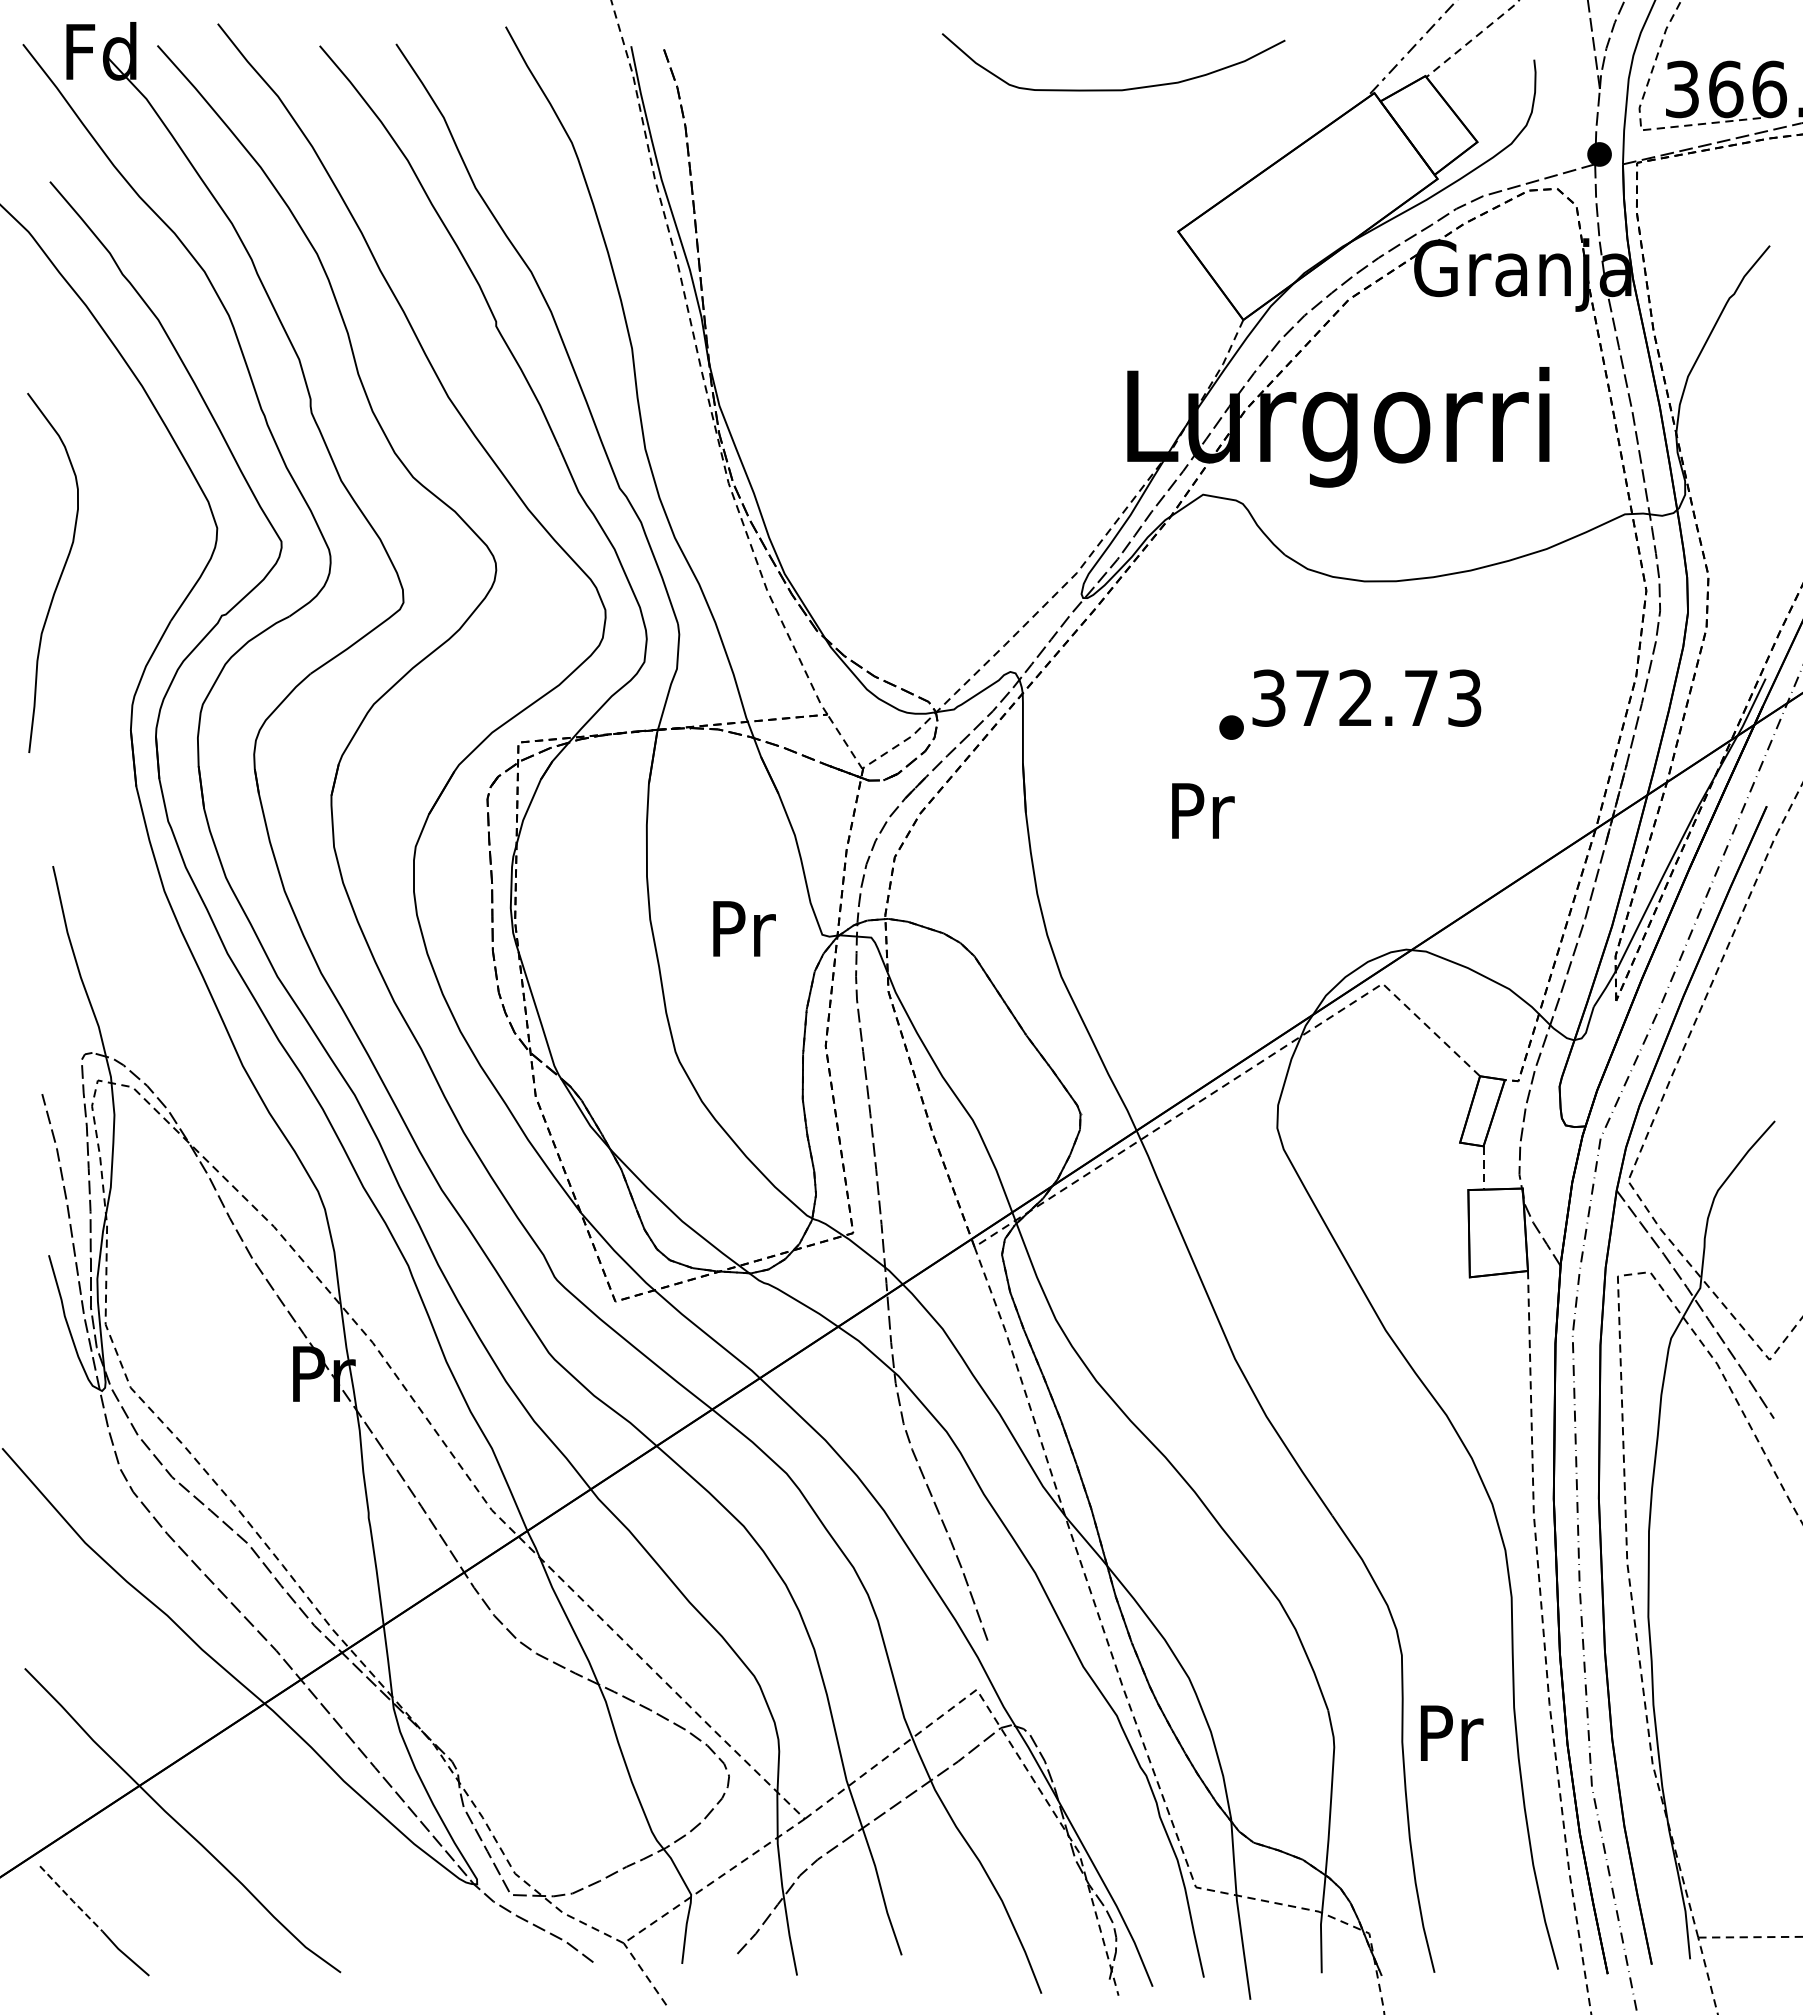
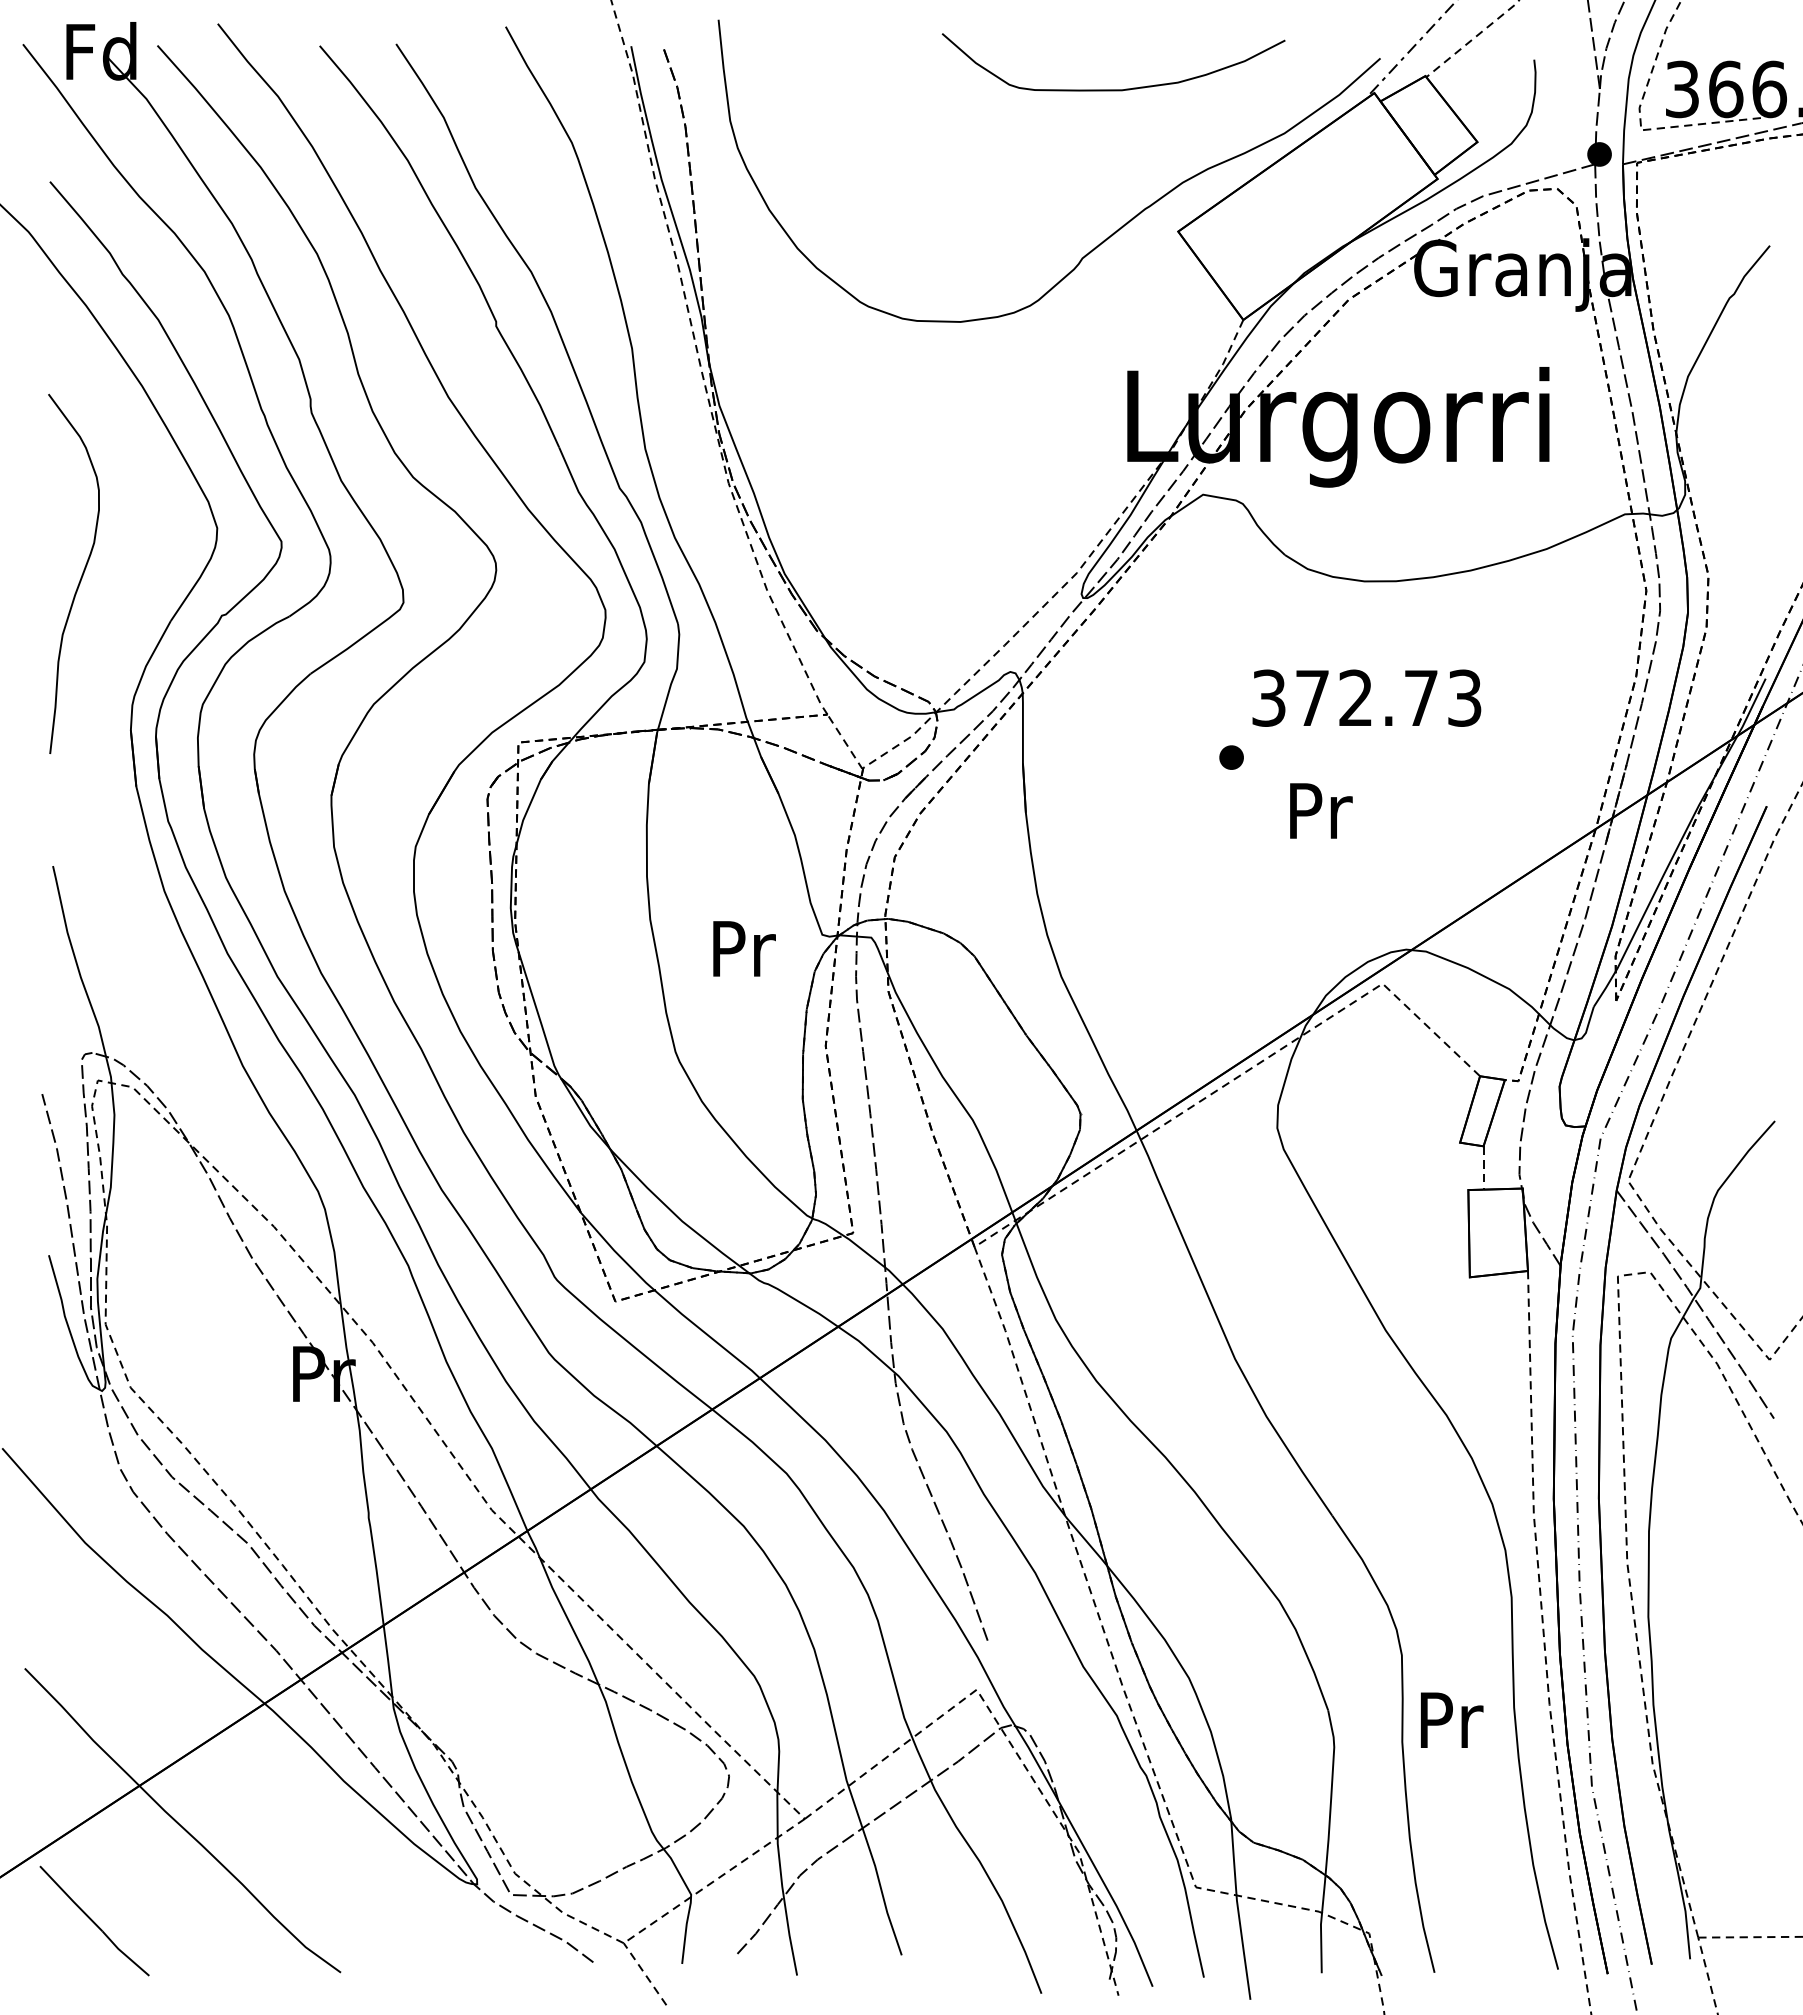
part at (1104, 239): none -> present
curve at (60, 573) position: (60, 573) -> (81, 574)
part at (1231, 727) position: (1231, 727) -> (1231, 757)
text at (1203, 810) position: (1203, 810) -> (1321, 810)
text at (744, 928) position: (744, 928) -> (744, 948)
text at (1452, 1732) position: (1452, 1732) -> (1452, 1719)
line at (71, 1899): dashed -> solid
